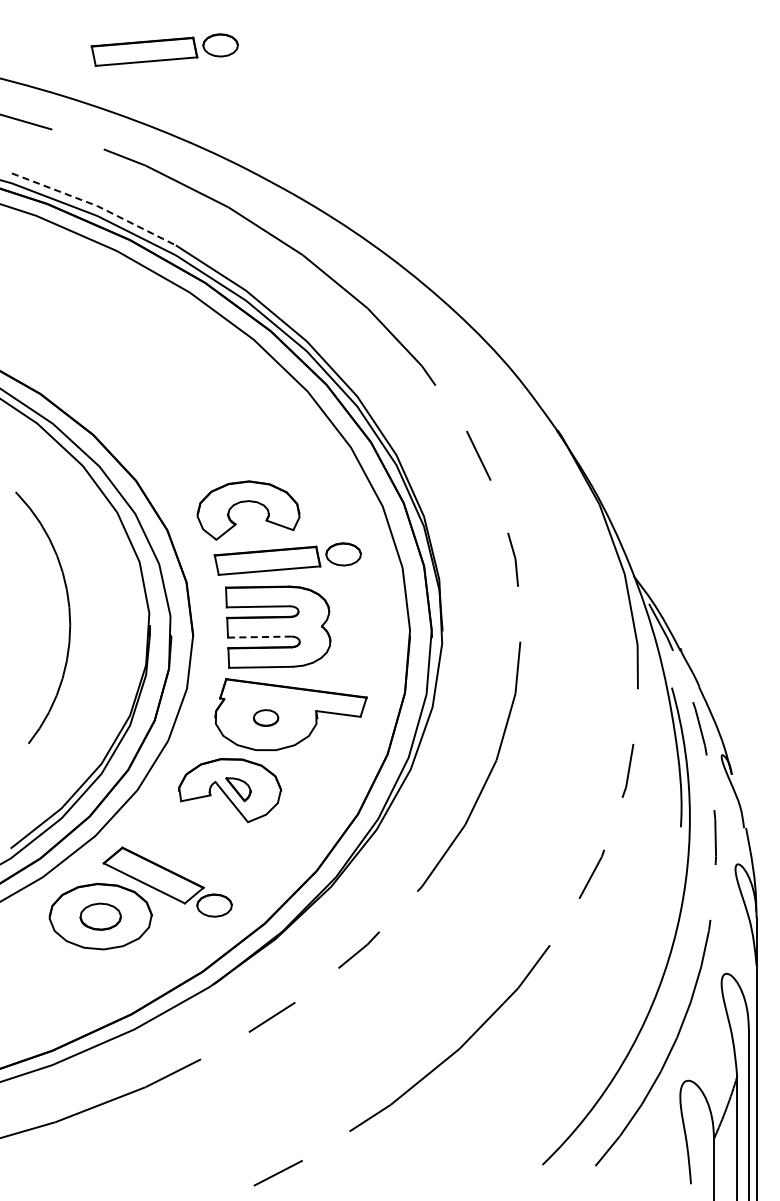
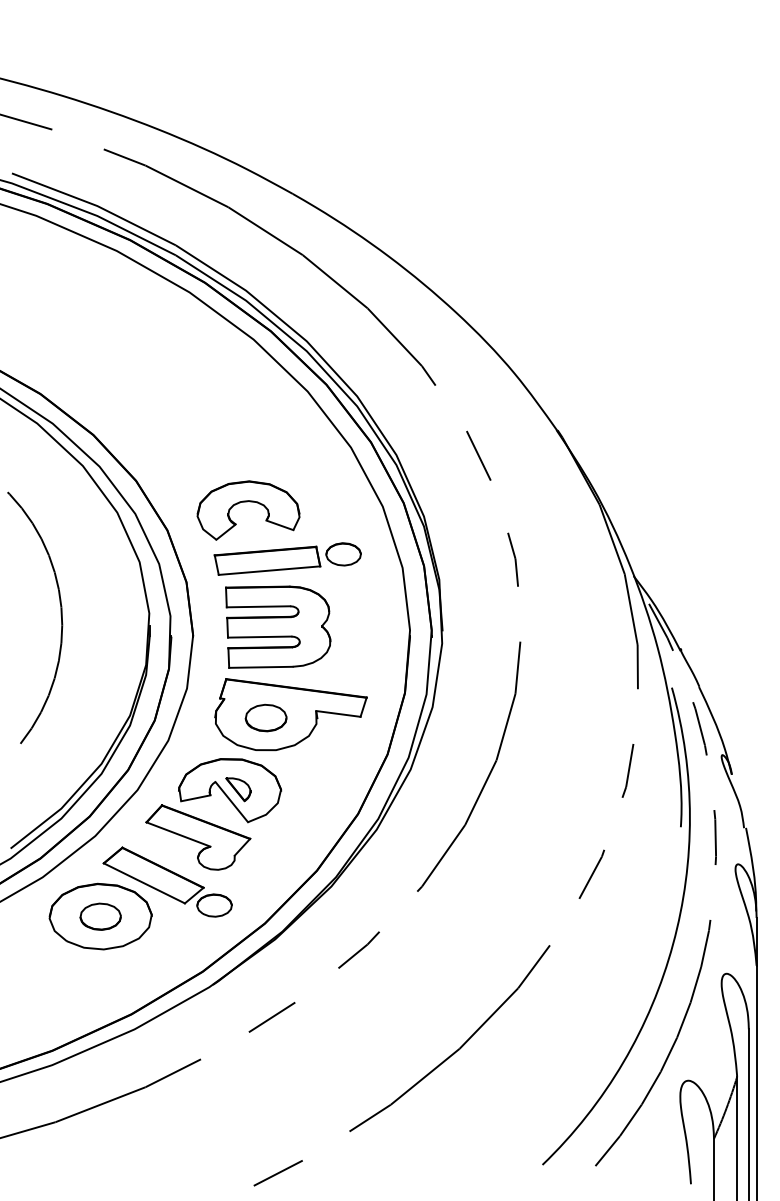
part at (164, 49): present -> none
line at (96, 205): dashed -> solid
arc at (68, 615) position: (68, 615) -> (60, 615)
line at (259, 637): dashed -> solid
part at (265, 717) size: 28x18 px -> 44x30 px
part at (198, 837): none -> present
